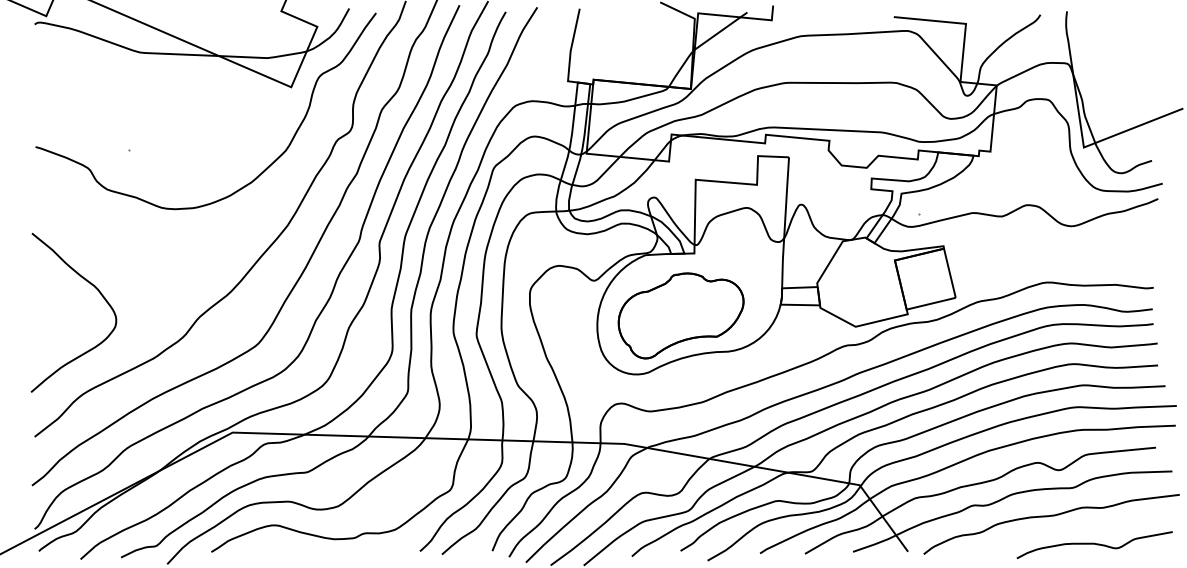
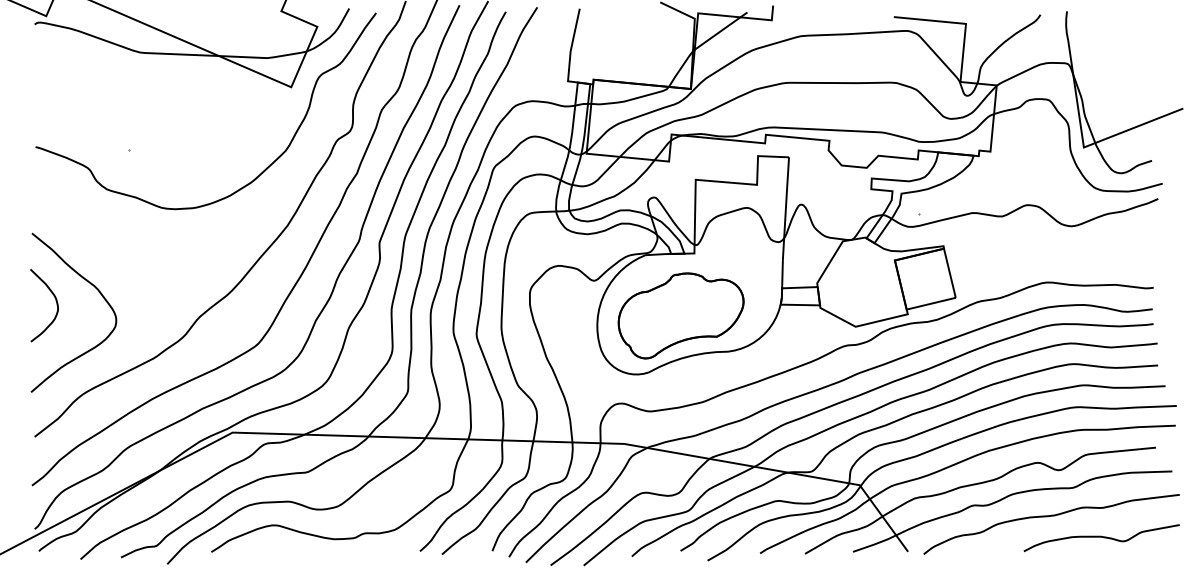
curve at (55, 301): none -> present
curve at (1094, 544) position: (1094, 544) -> (1101, 537)
